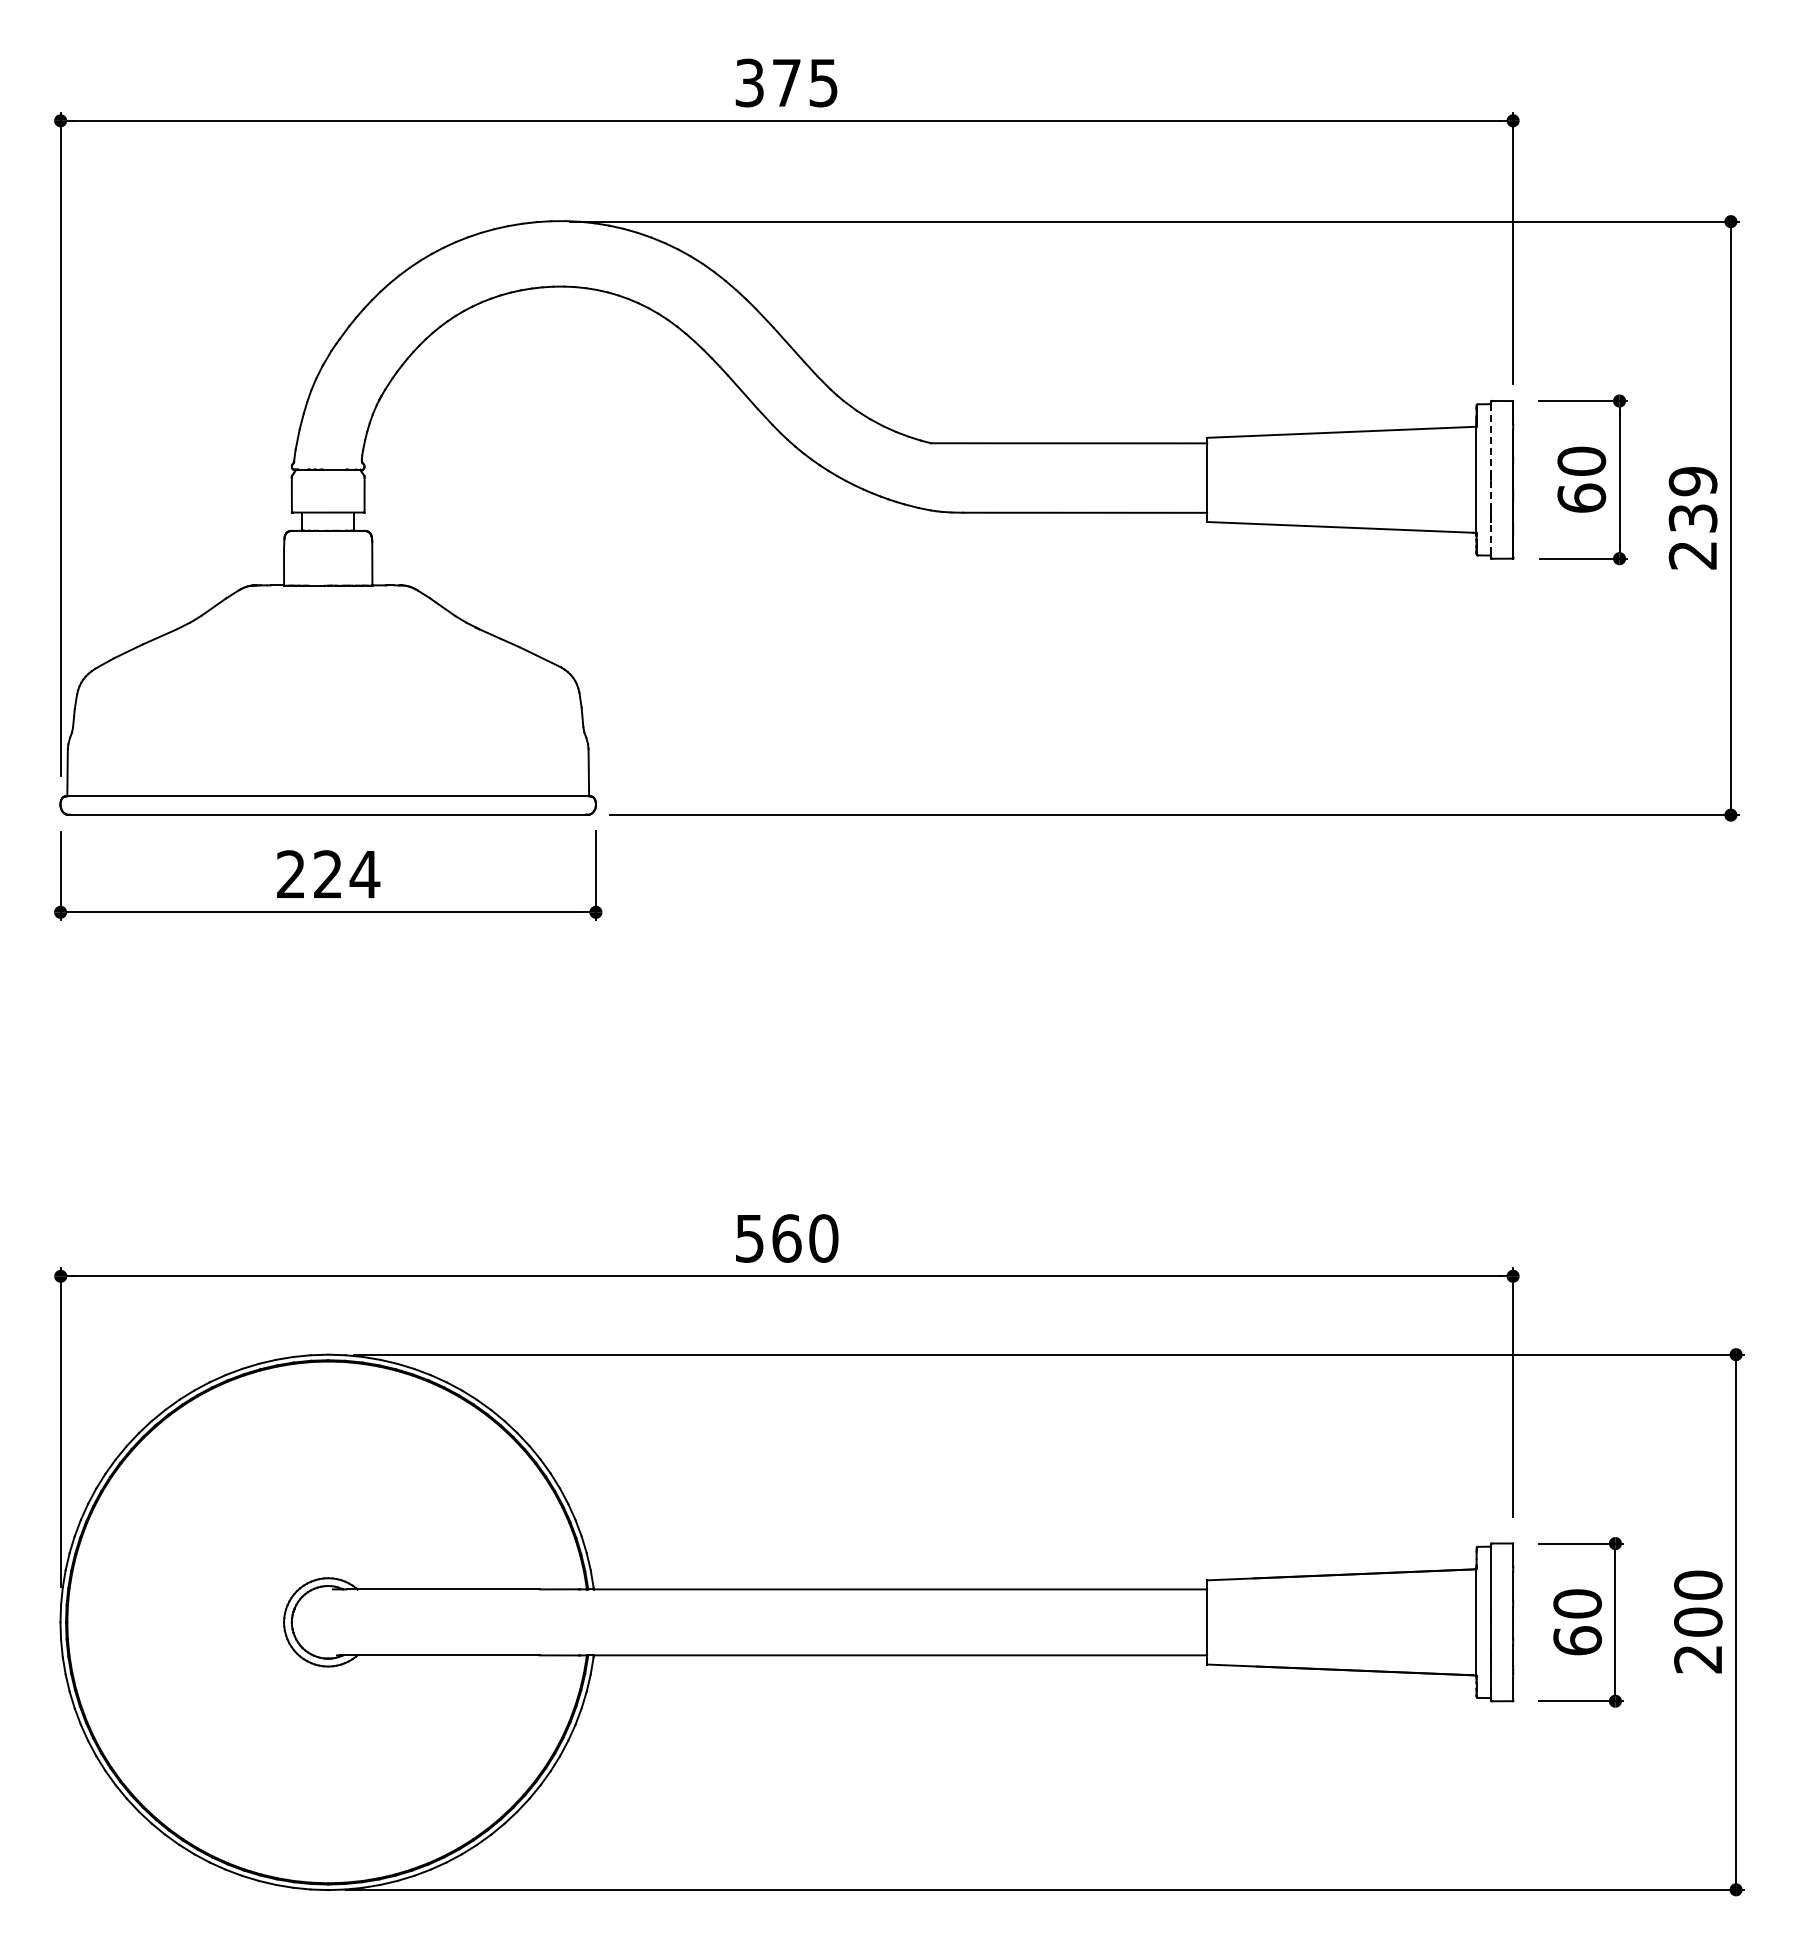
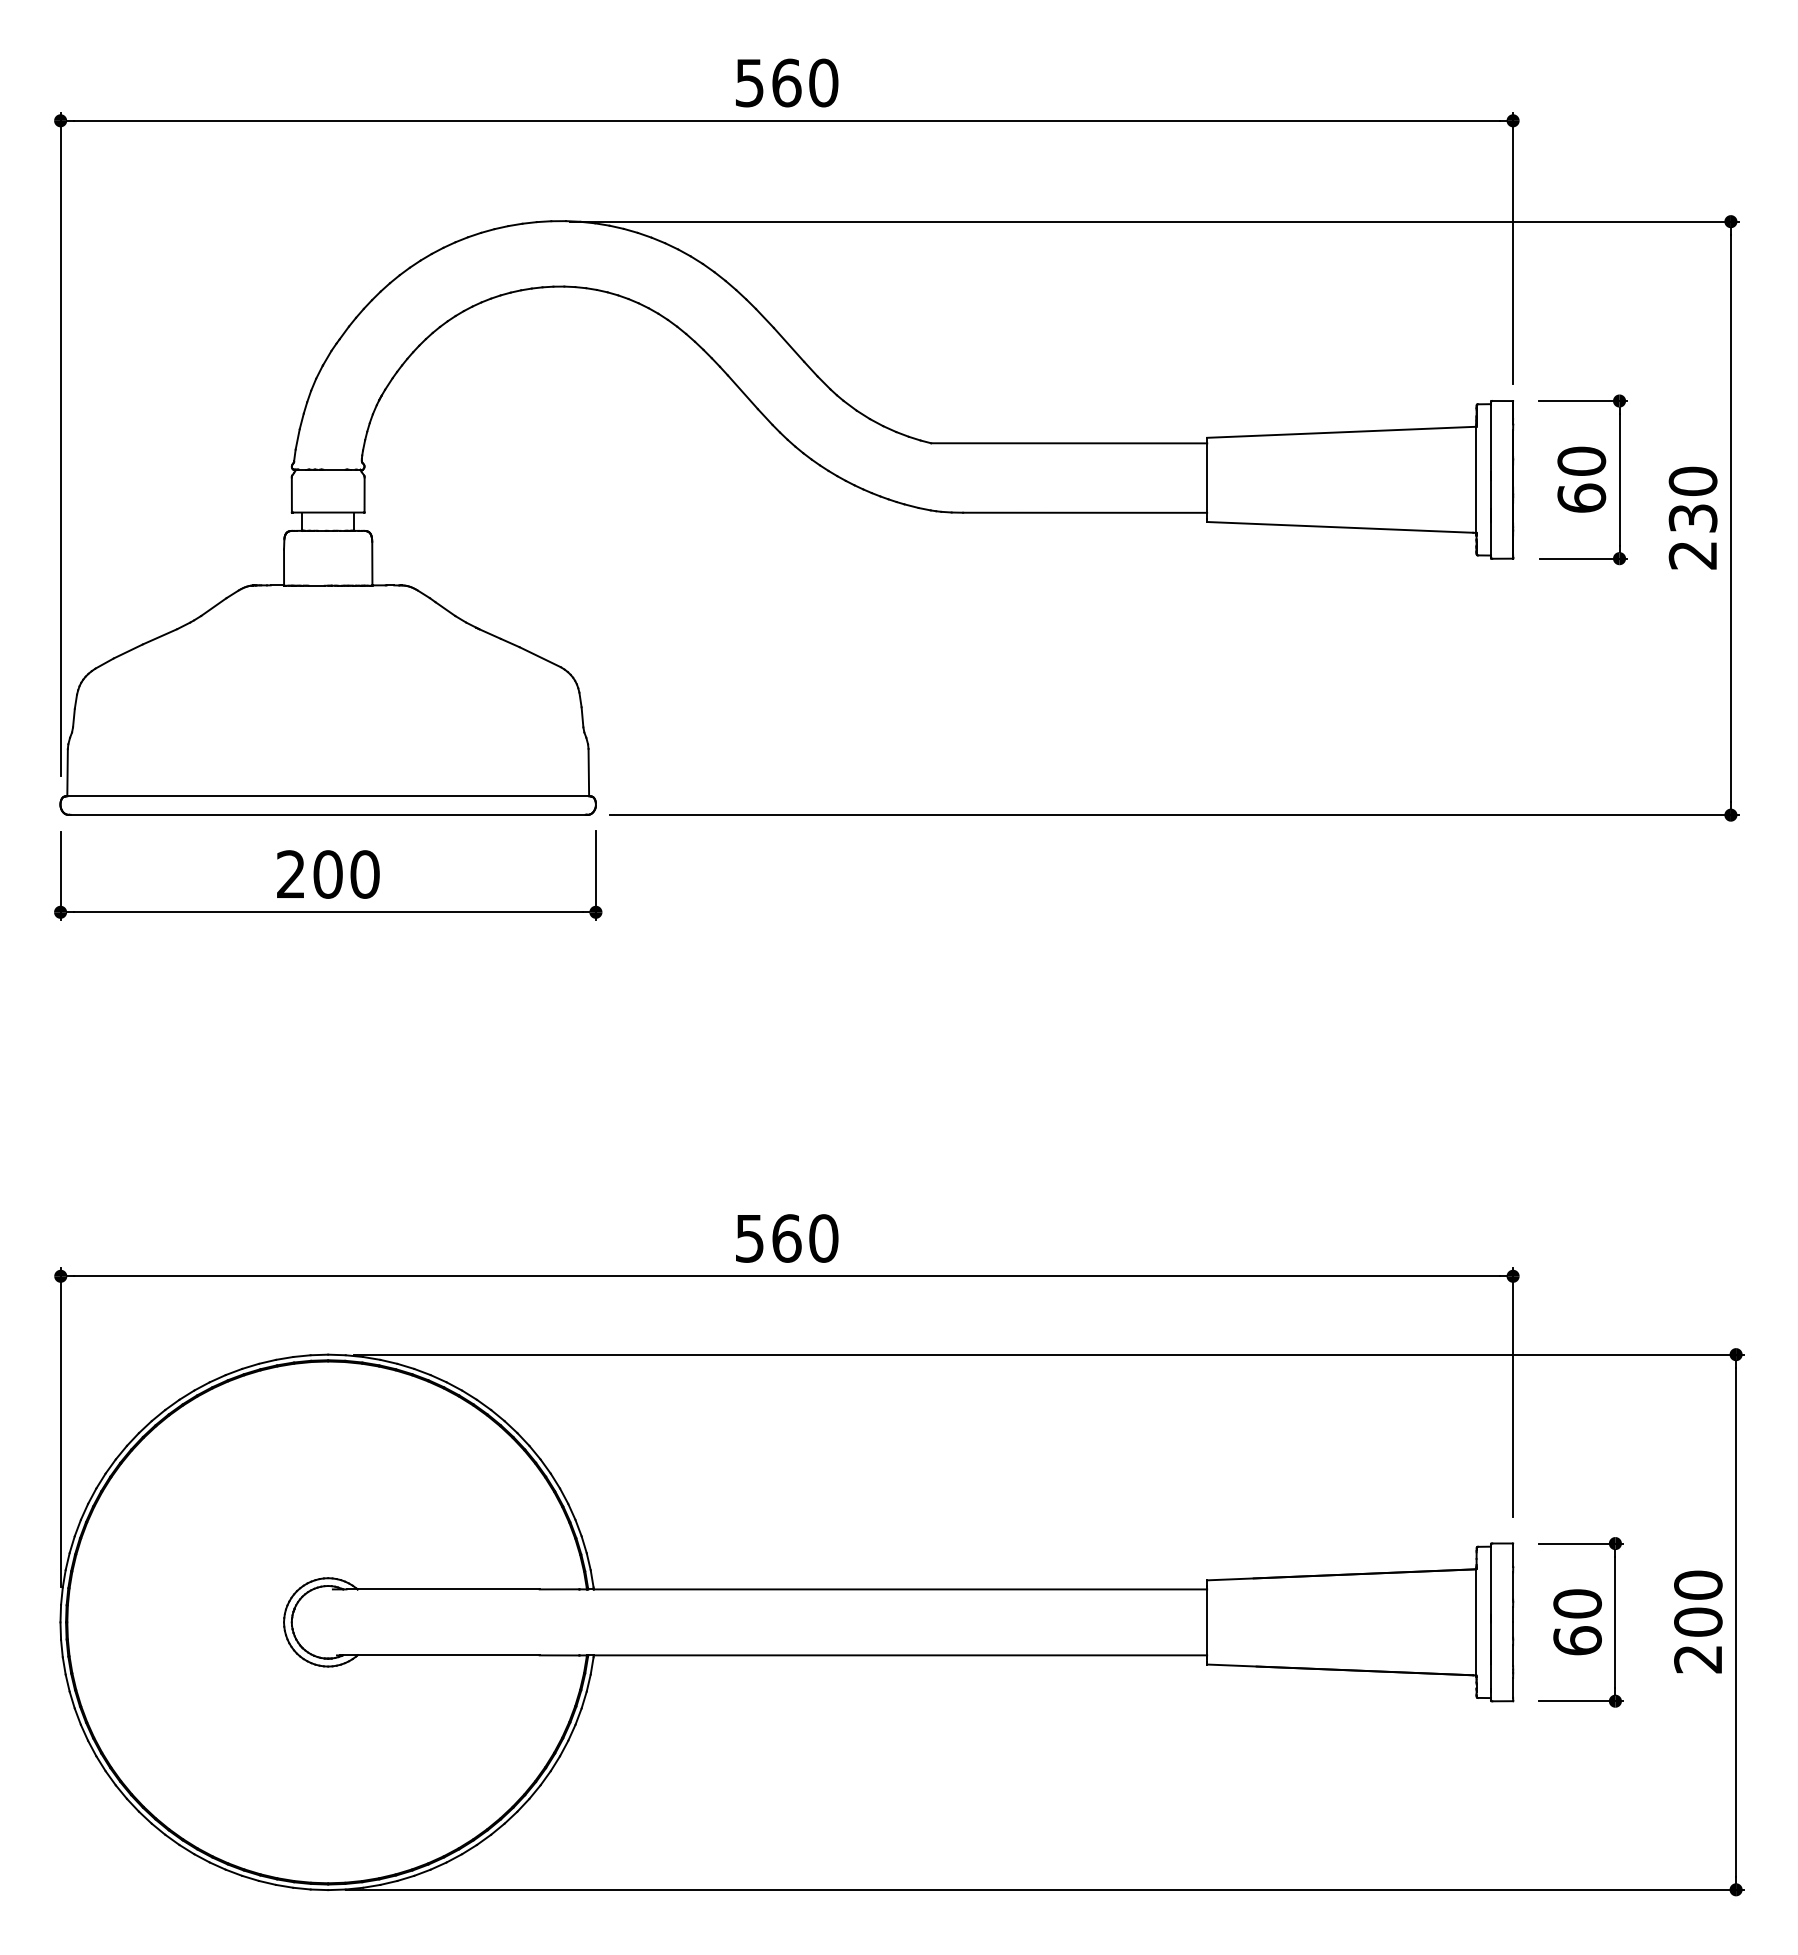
text at (787, 82): 375 -> 560
line at (1491, 480): dashed -> solid
text at (1692, 481): 239 -> 230
text at (346, 874): 224 -> 200
